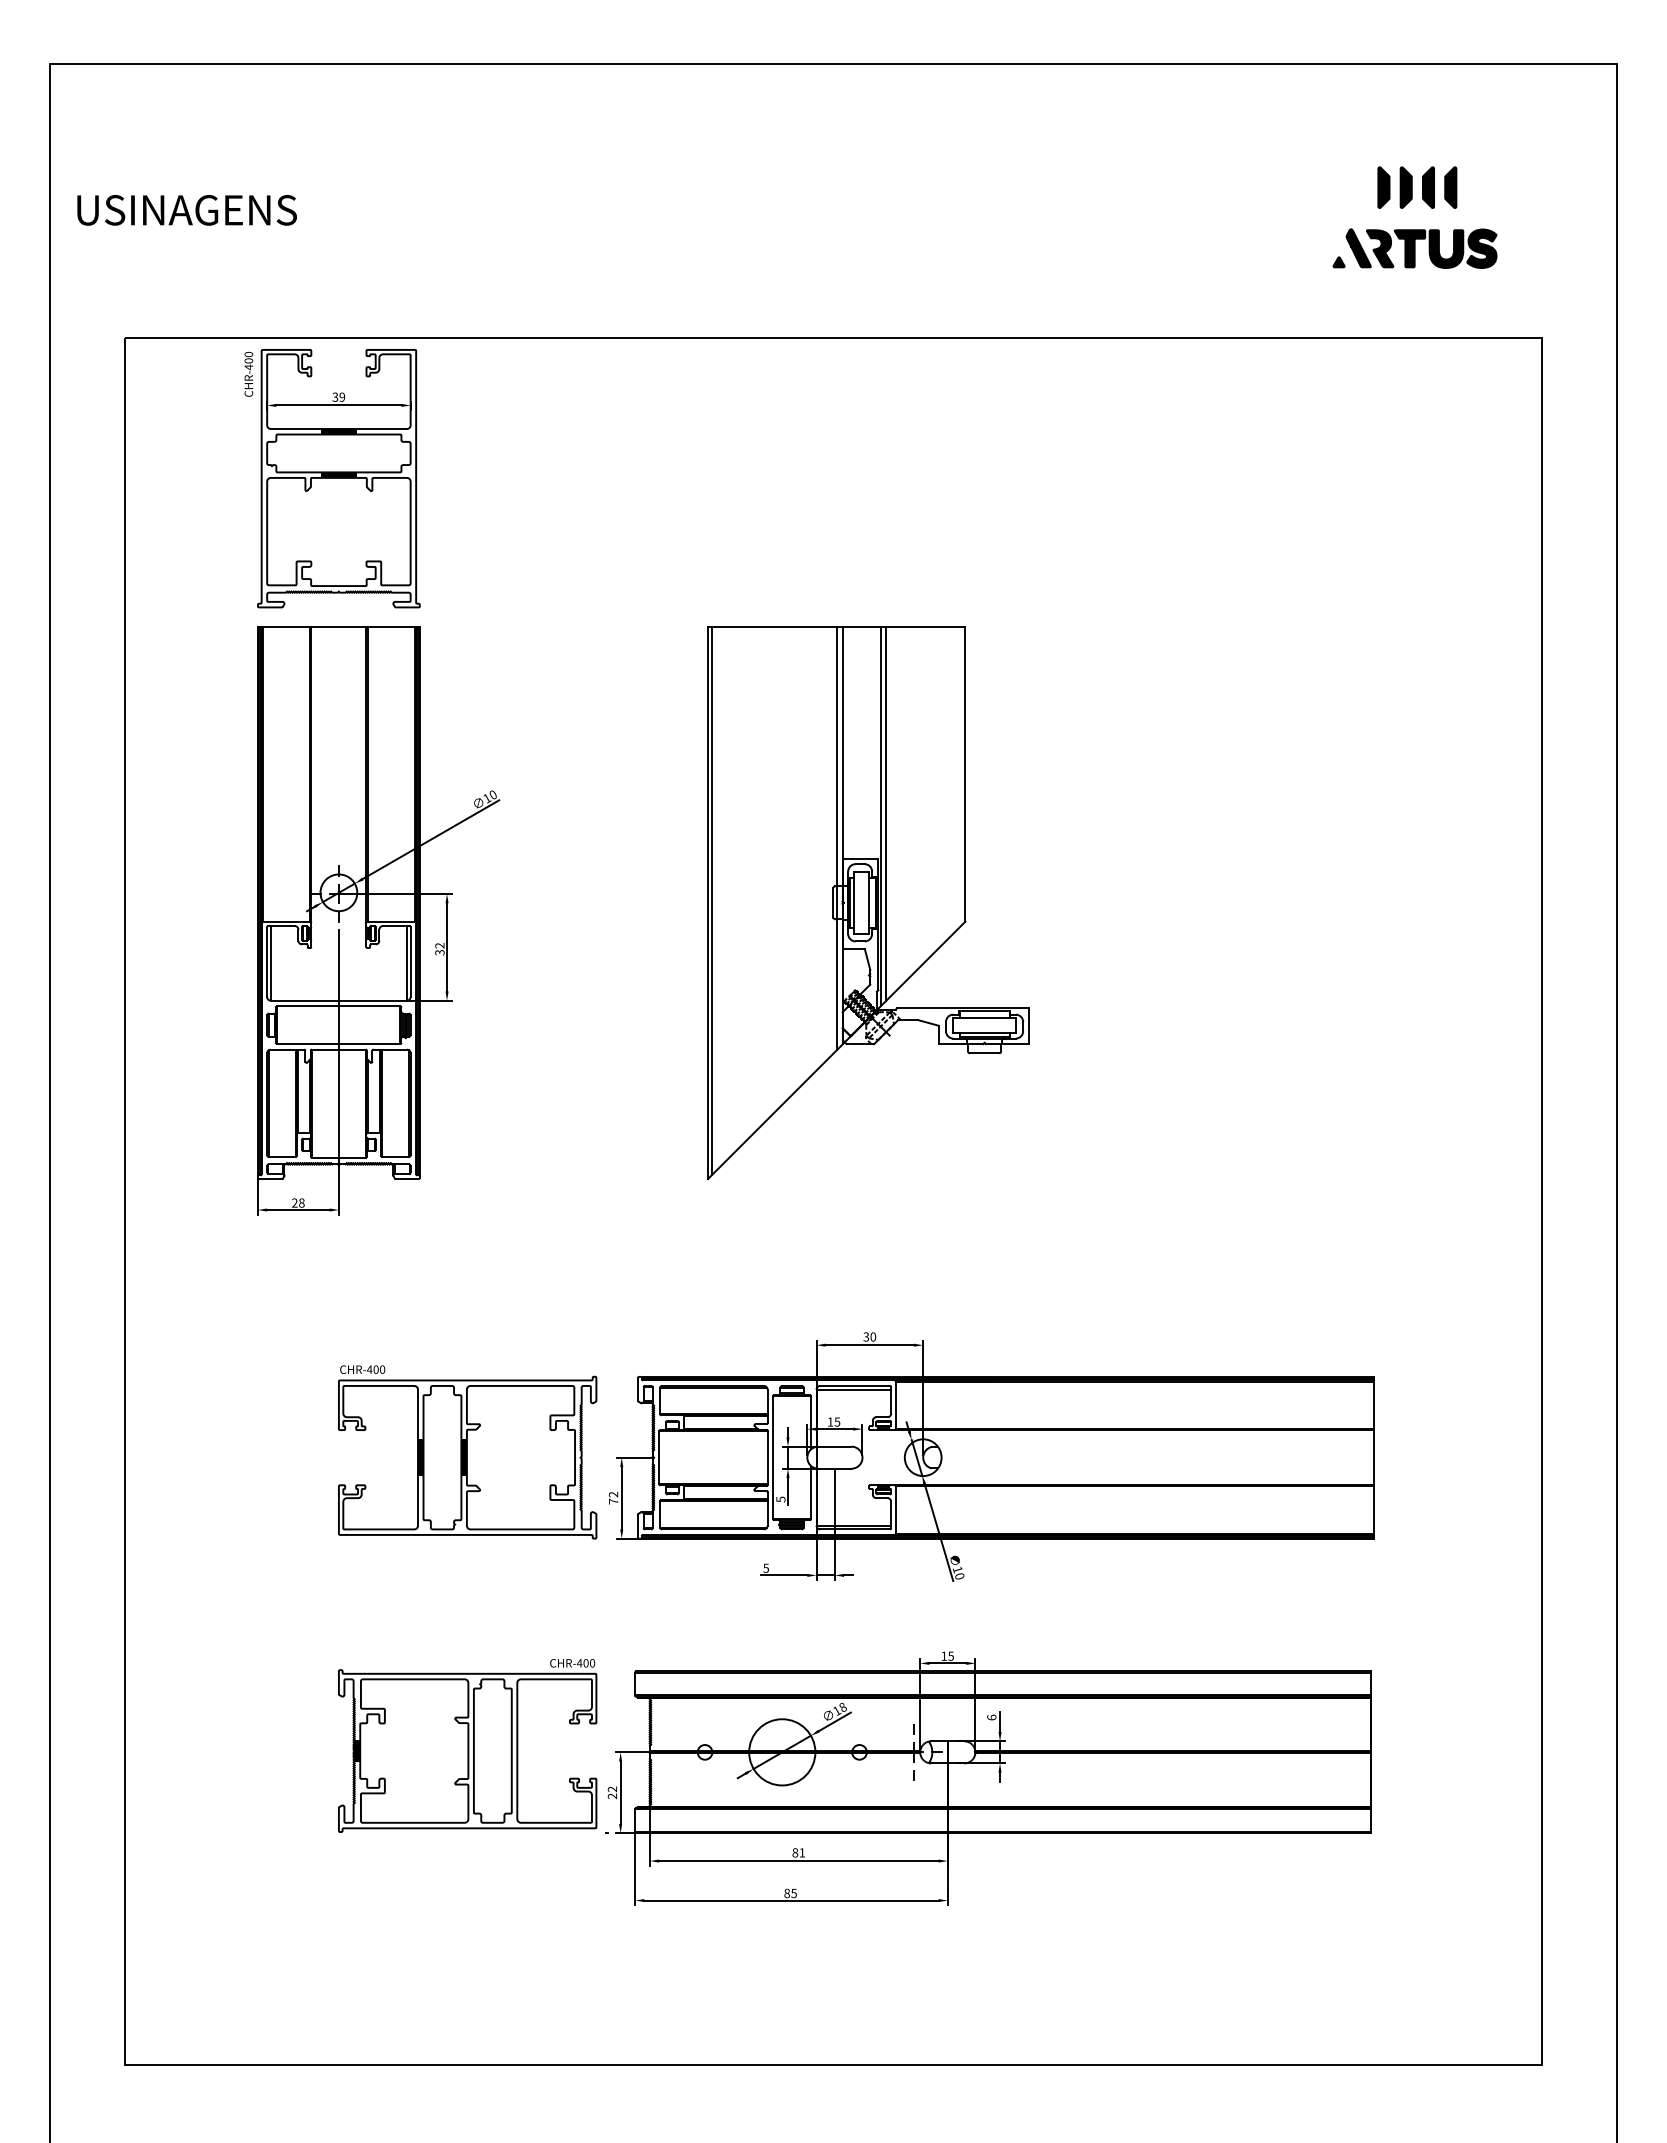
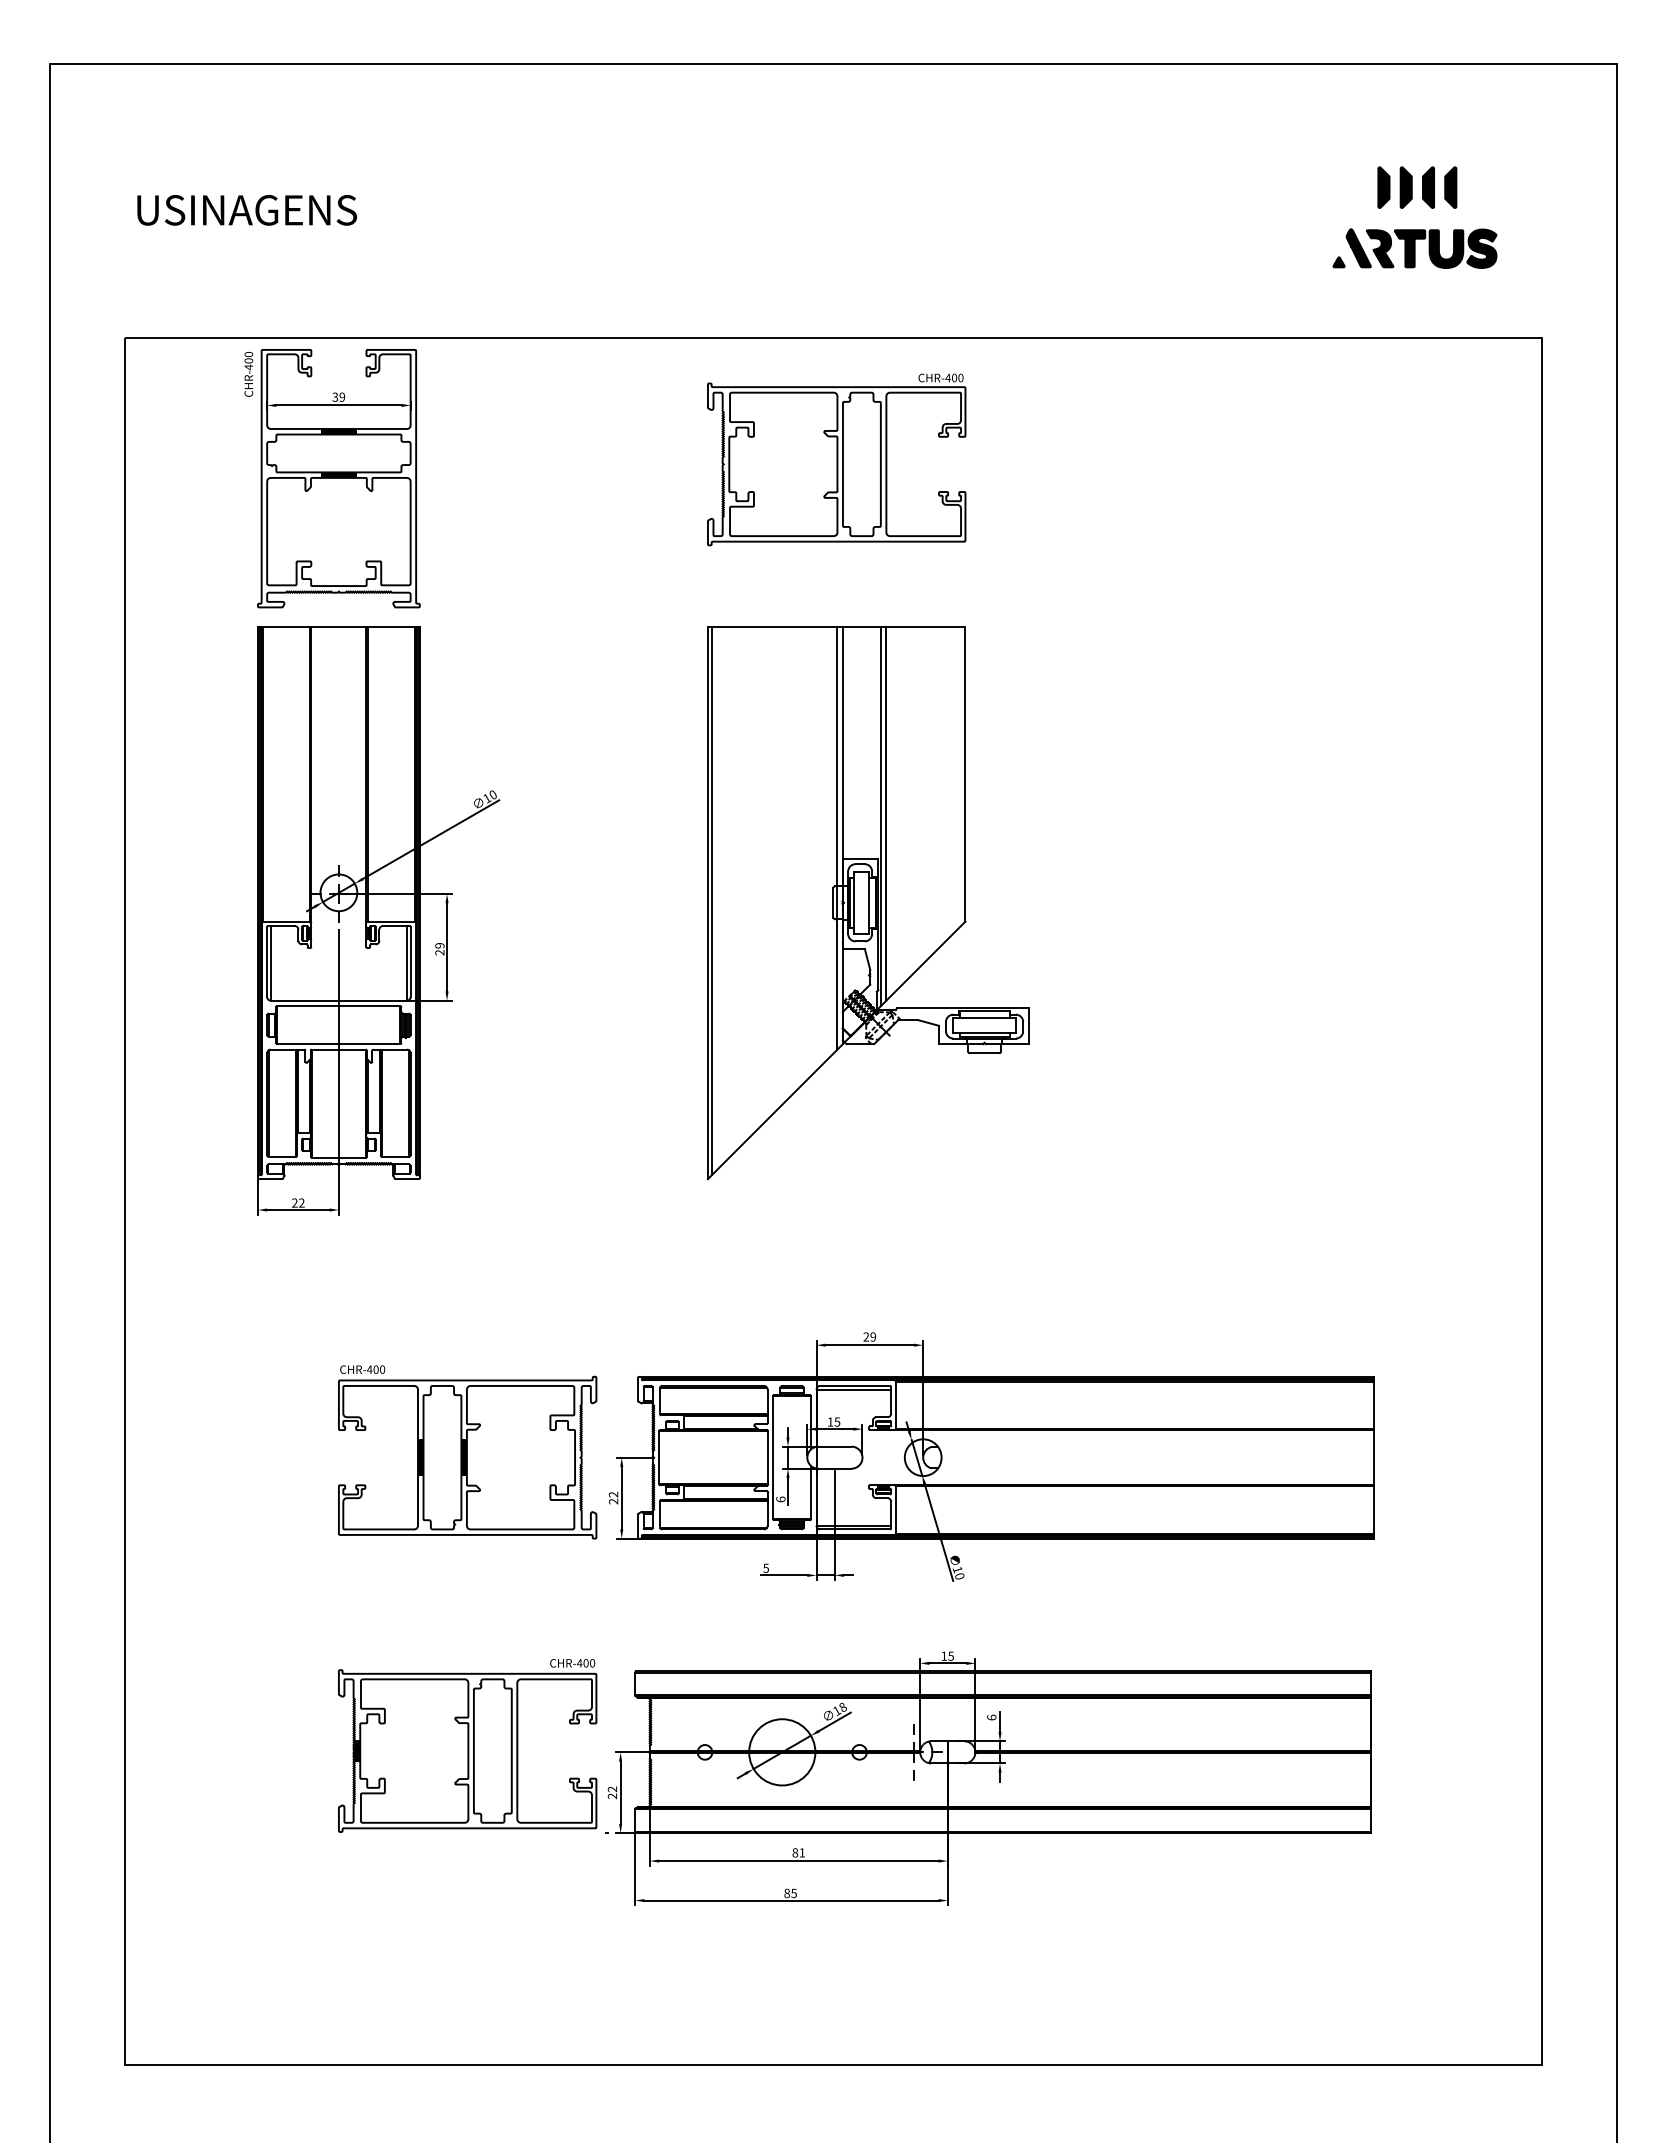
text at (186, 210) position: (186, 210) -> (246, 210)
part at (836, 459): none -> present
text at (439, 949): 32 -> 29
text at (301, 1202): 28 -> 22
text at (869, 1336): 30 -> 29
text at (780, 1499): 5 -> 6
text at (613, 1501): 72 -> 22
